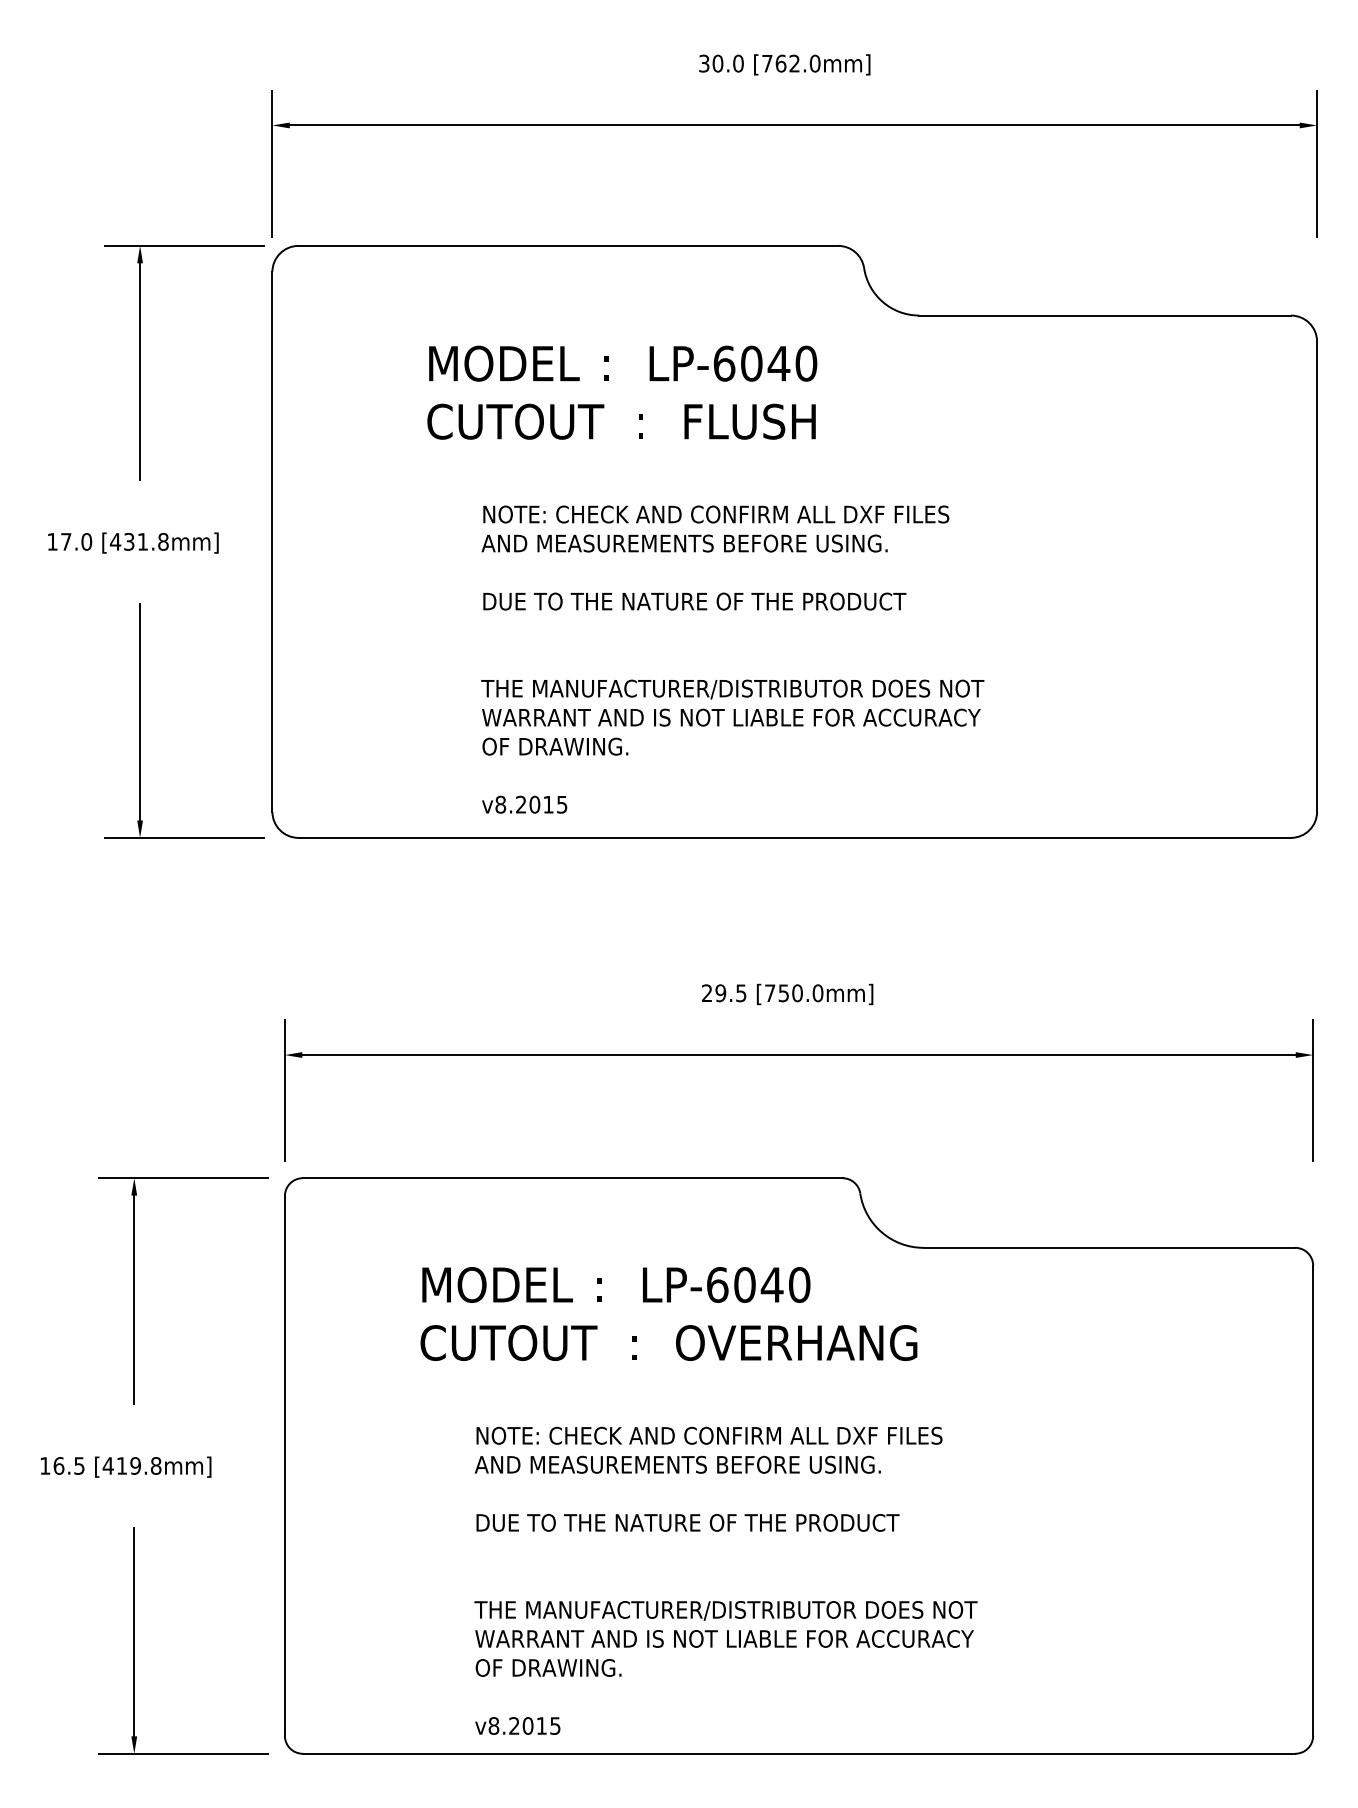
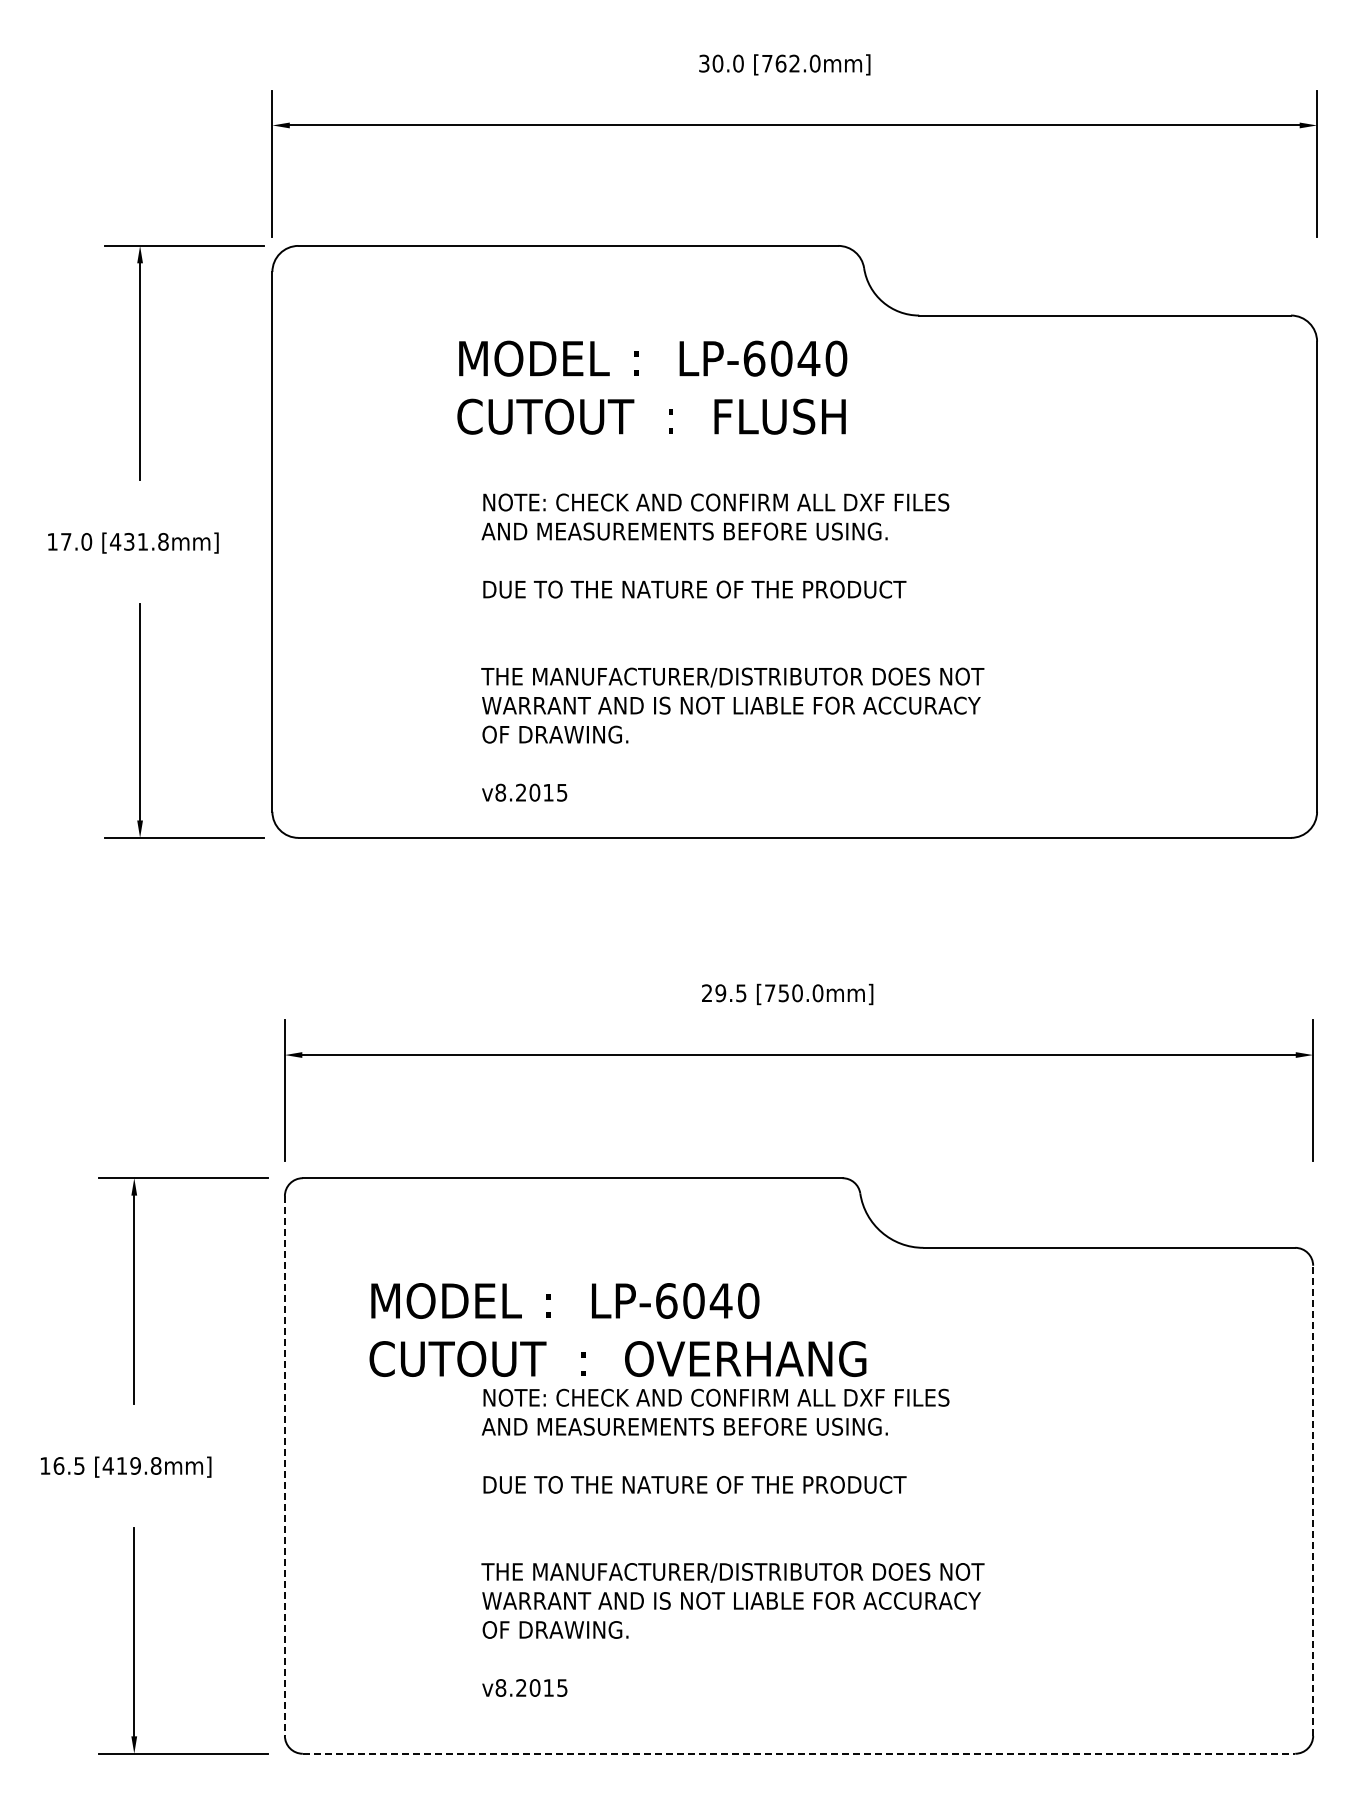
text at (622, 392) position: (622, 392) -> (652, 387)
text at (732, 659) position: (732, 659) -> (732, 647)
text at (668, 1313) position: (668, 1313) -> (617, 1329)
line at (284, 1465): solid -> dashed
line at (1313, 1500): solid -> dashed
text at (725, 1580) position: (725, 1580) -> (732, 1542)
line at (799, 1753): solid -> dashed
